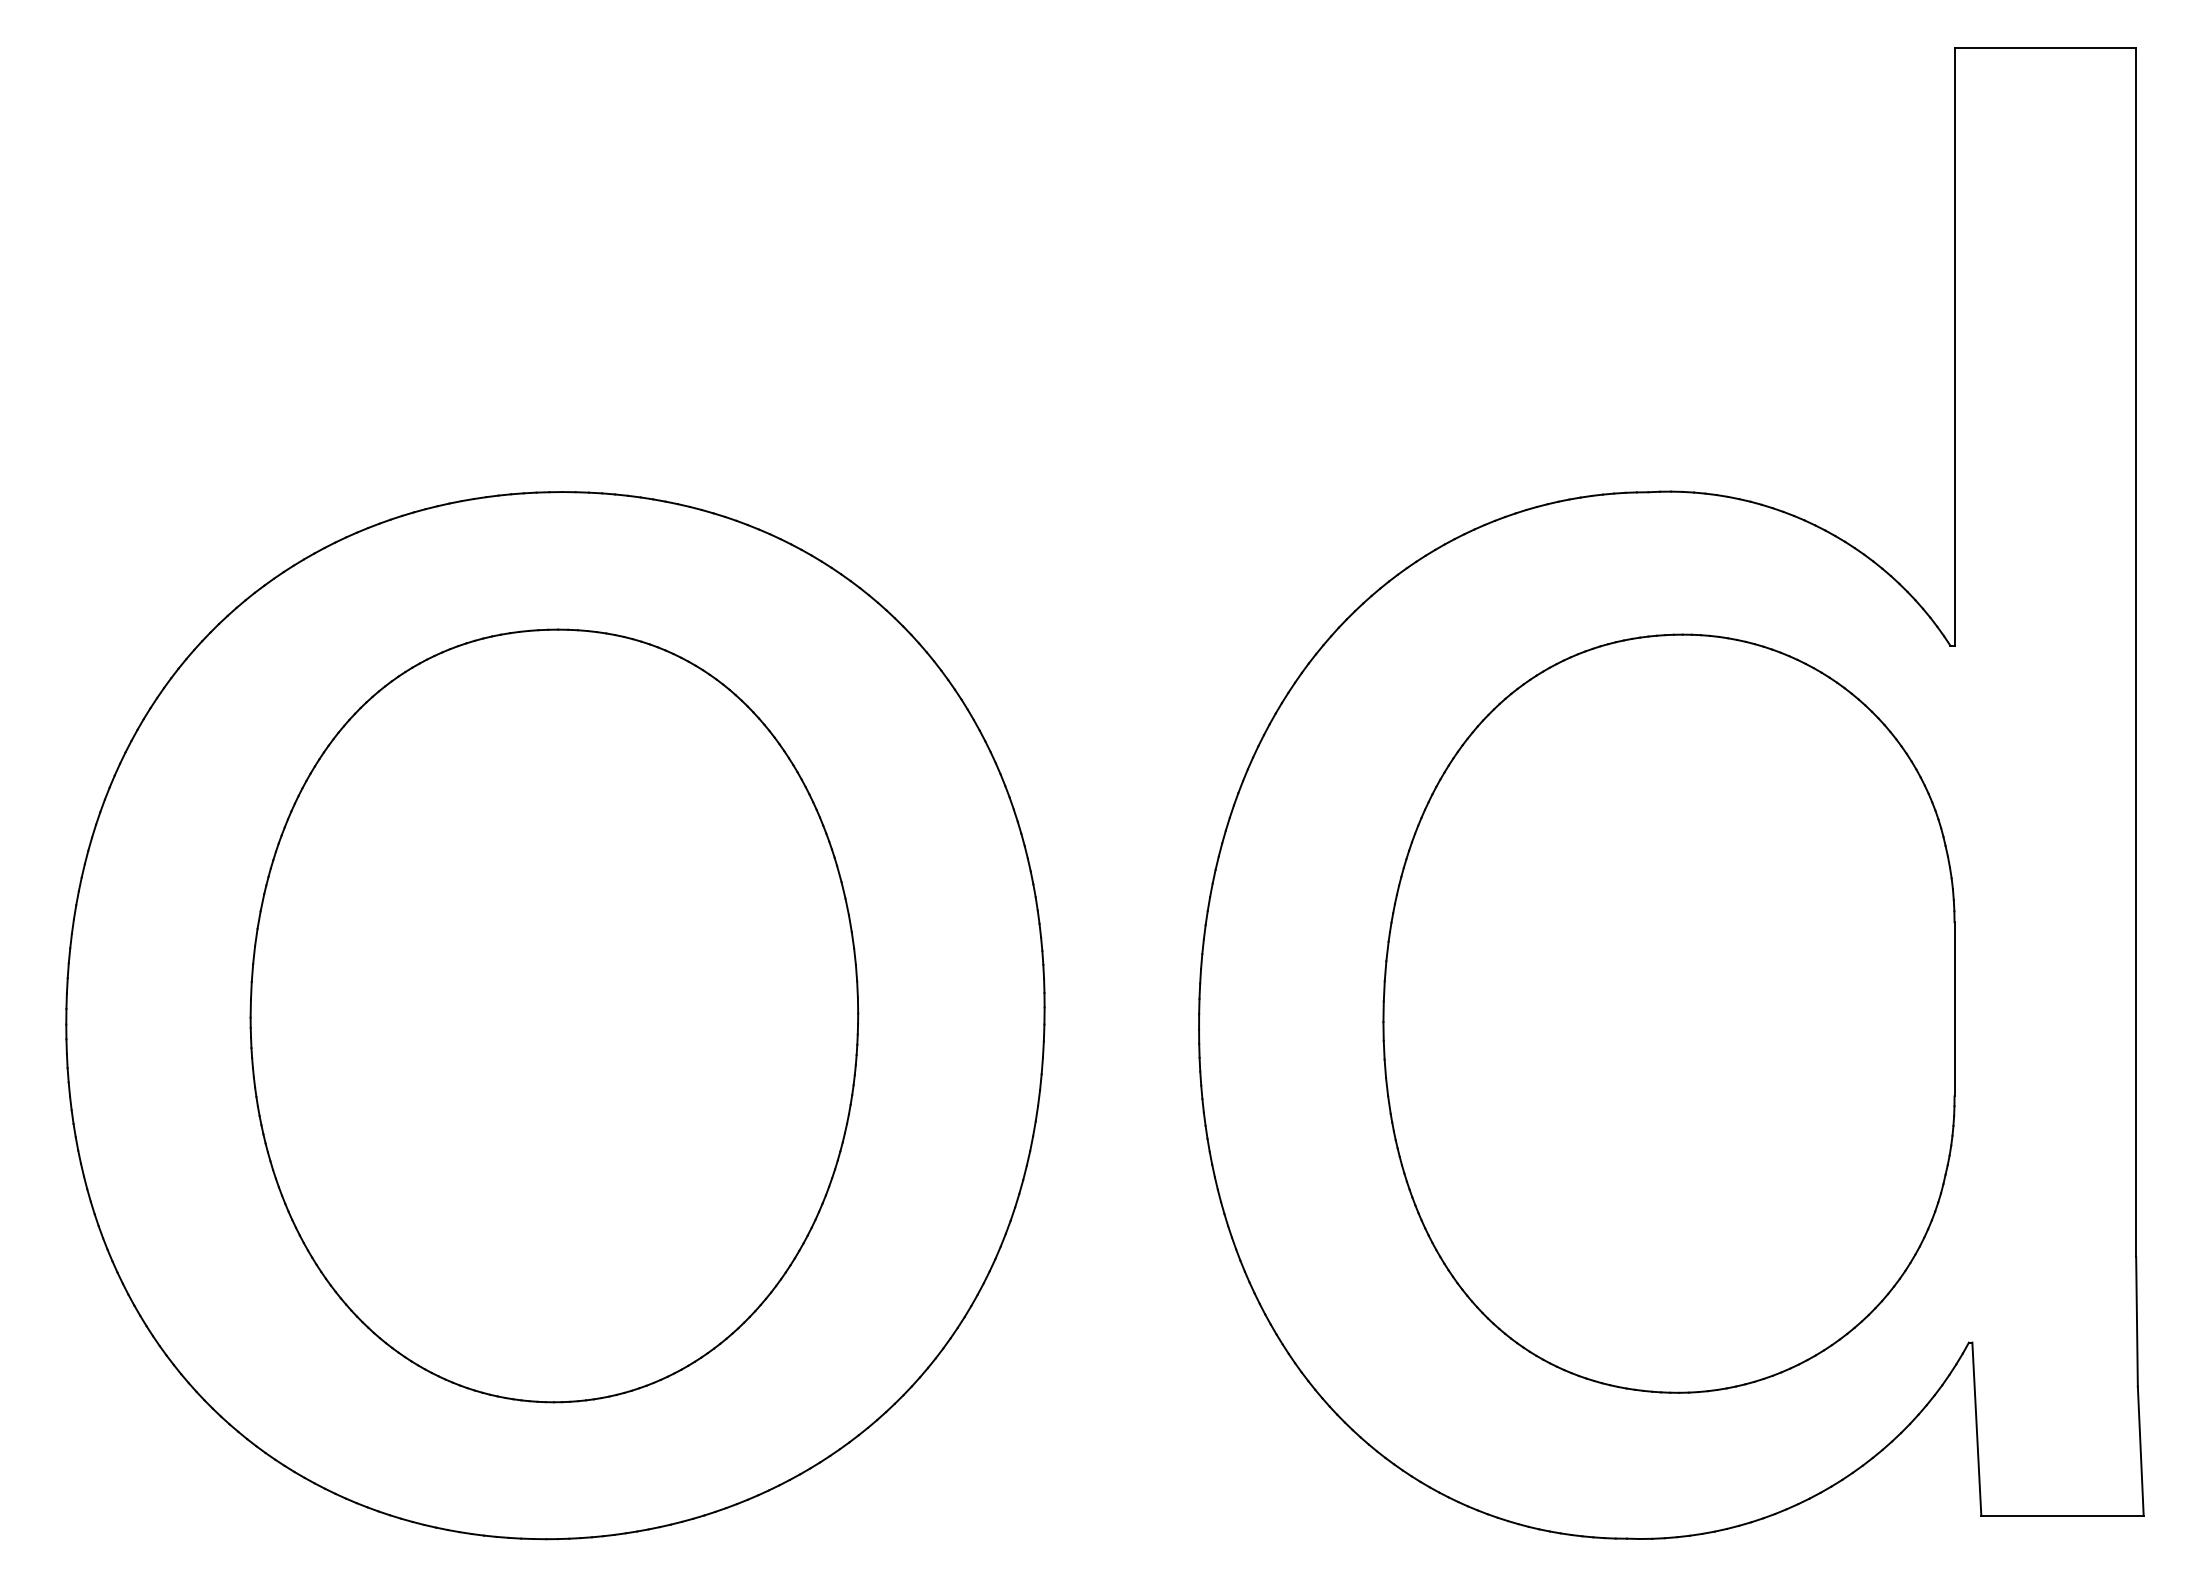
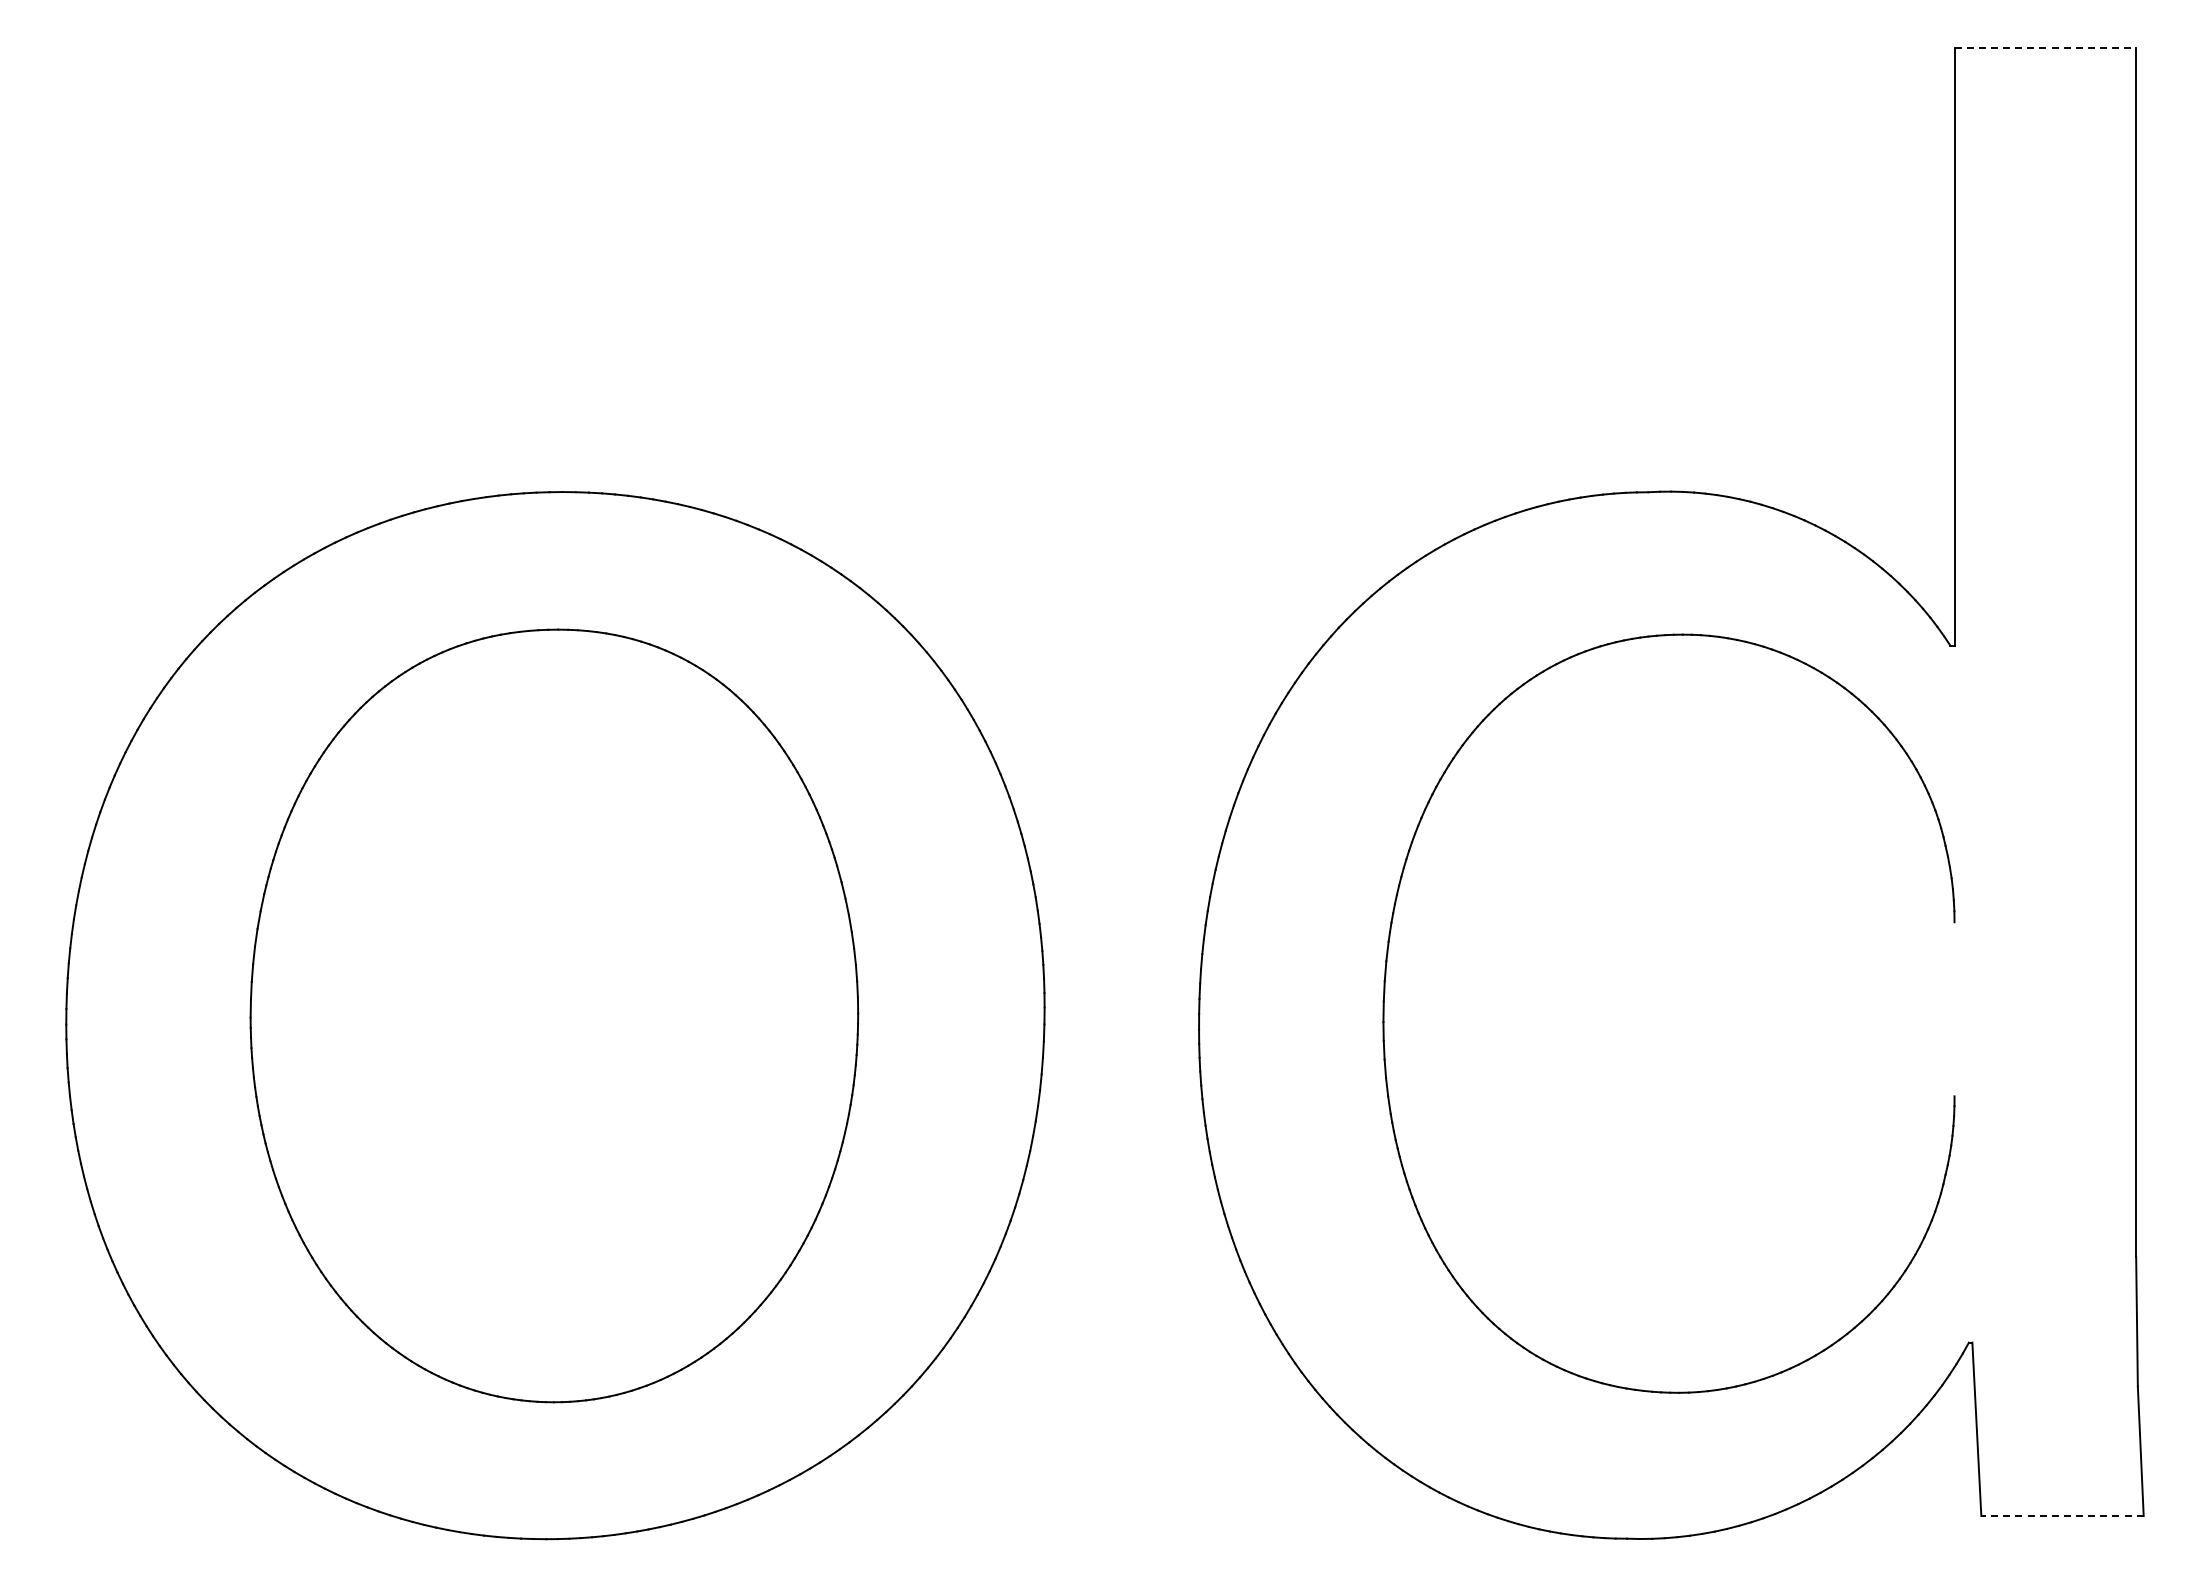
line at (2045, 47): solid -> dashed
line at (1954, 1009): present -> none
line at (2062, 1516): solid -> dashed
